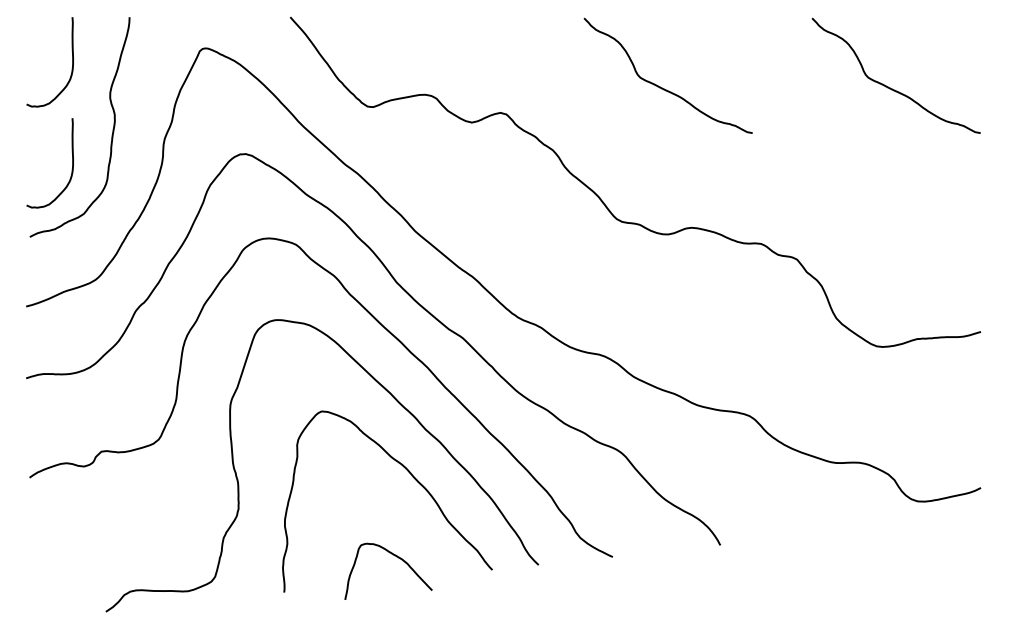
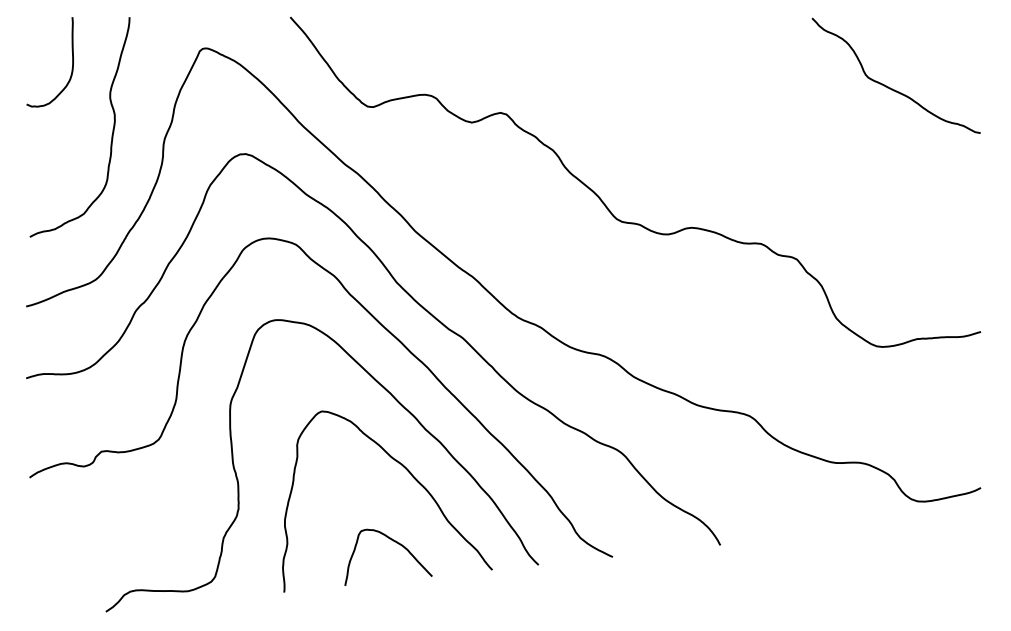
curve at (662, 87): present -> none
curve at (71, 169): present -> none
curve at (396, 557) position: (396, 557) -> (396, 543)
